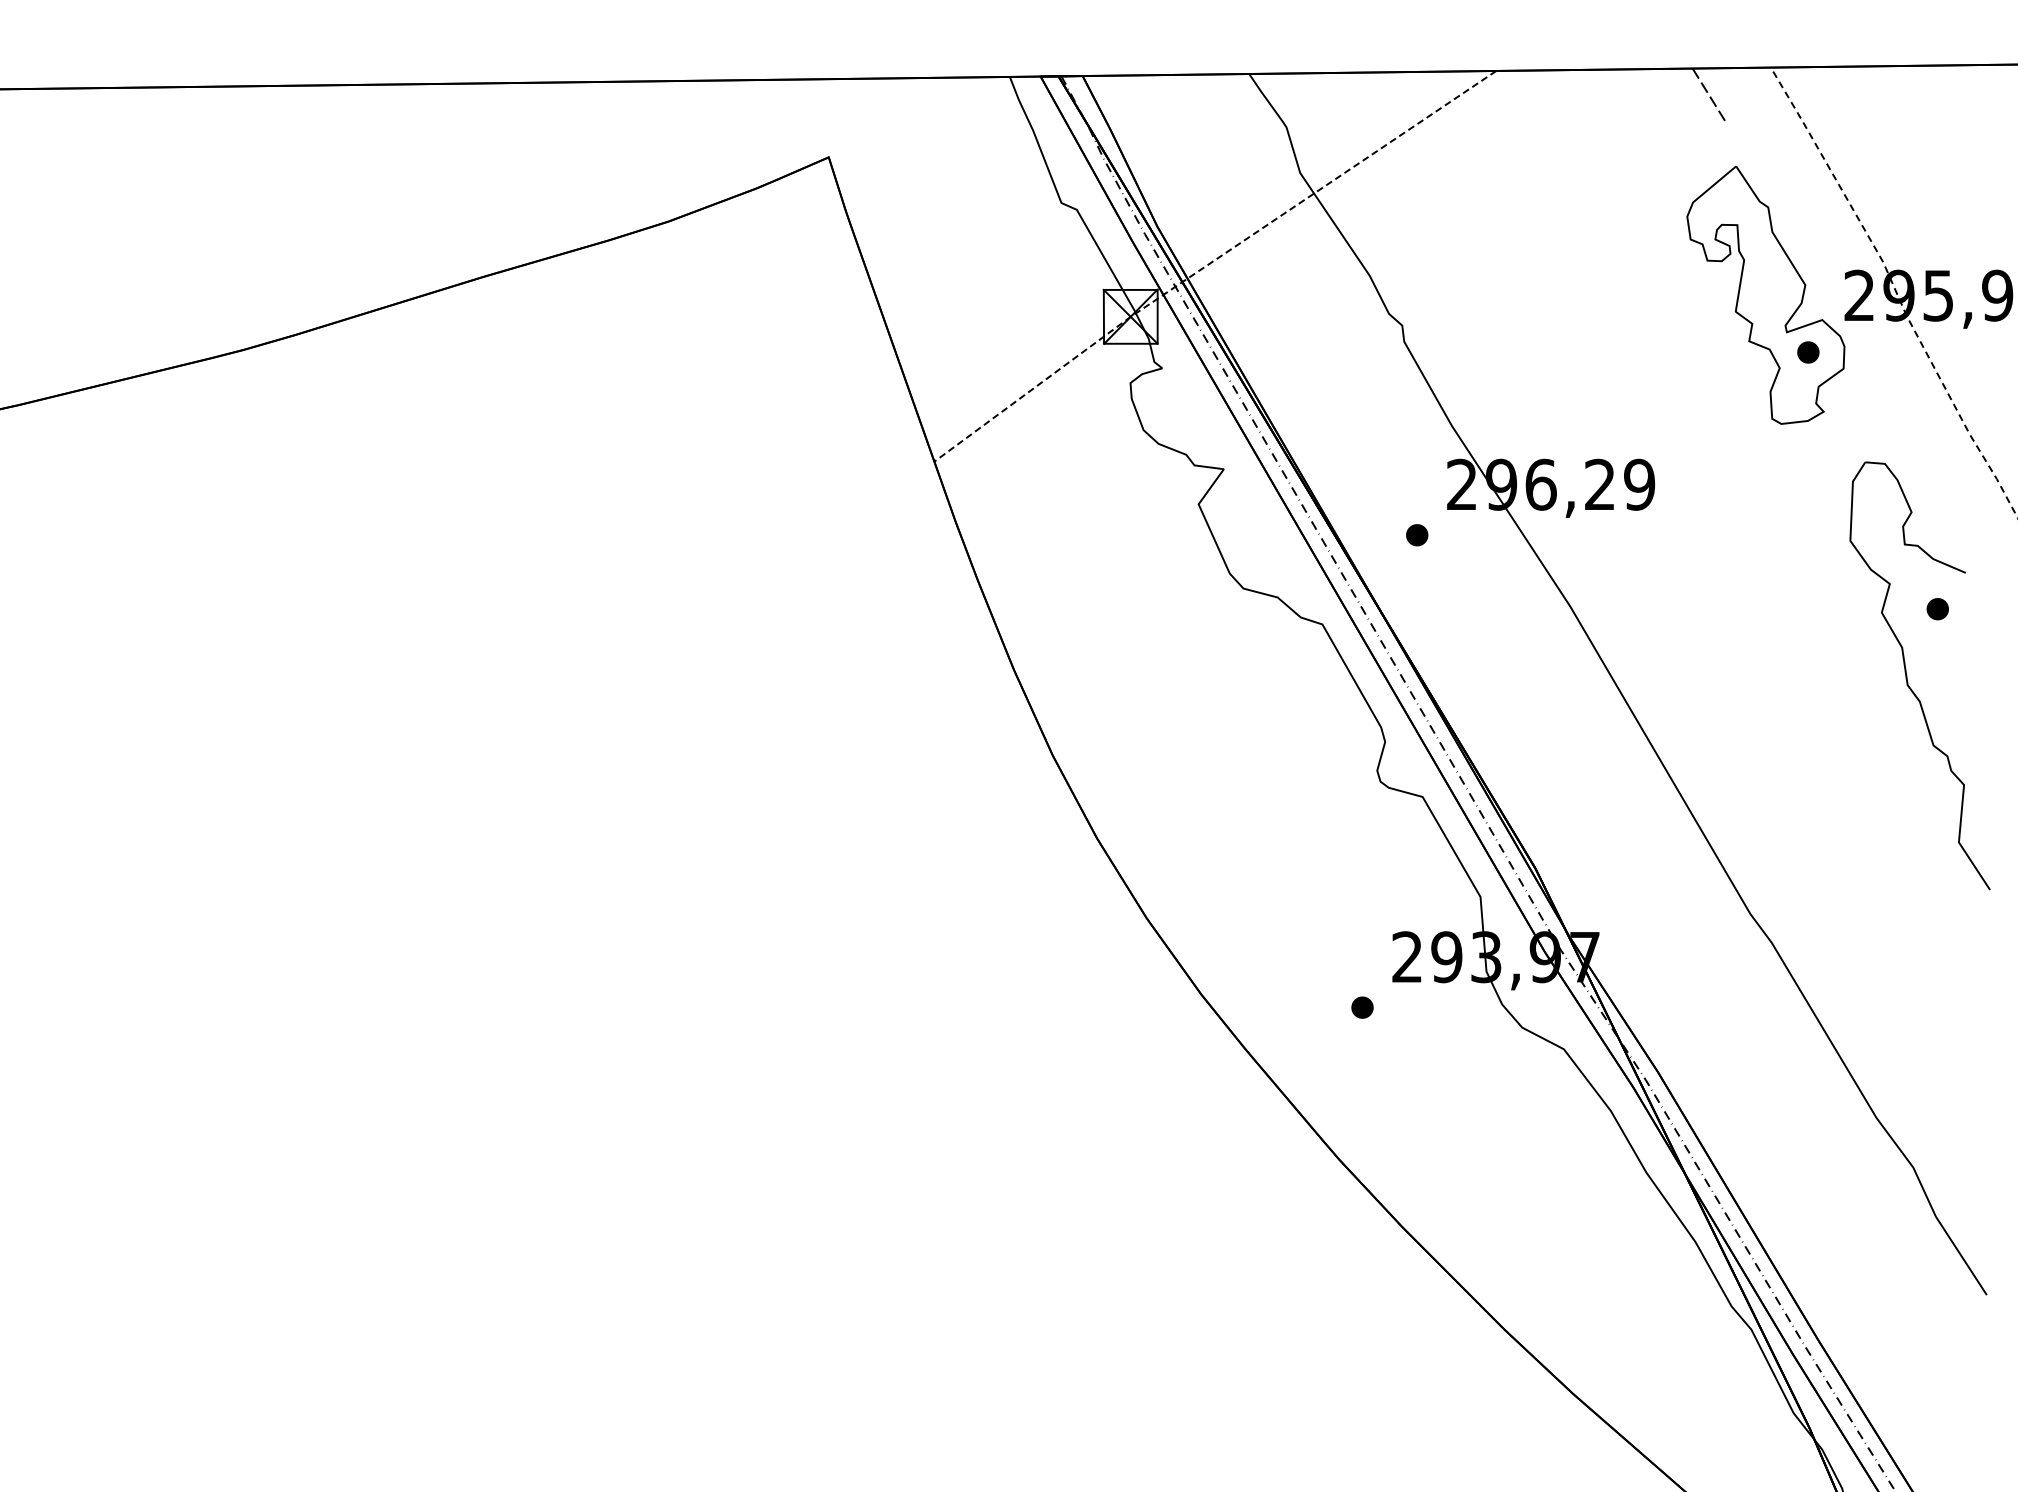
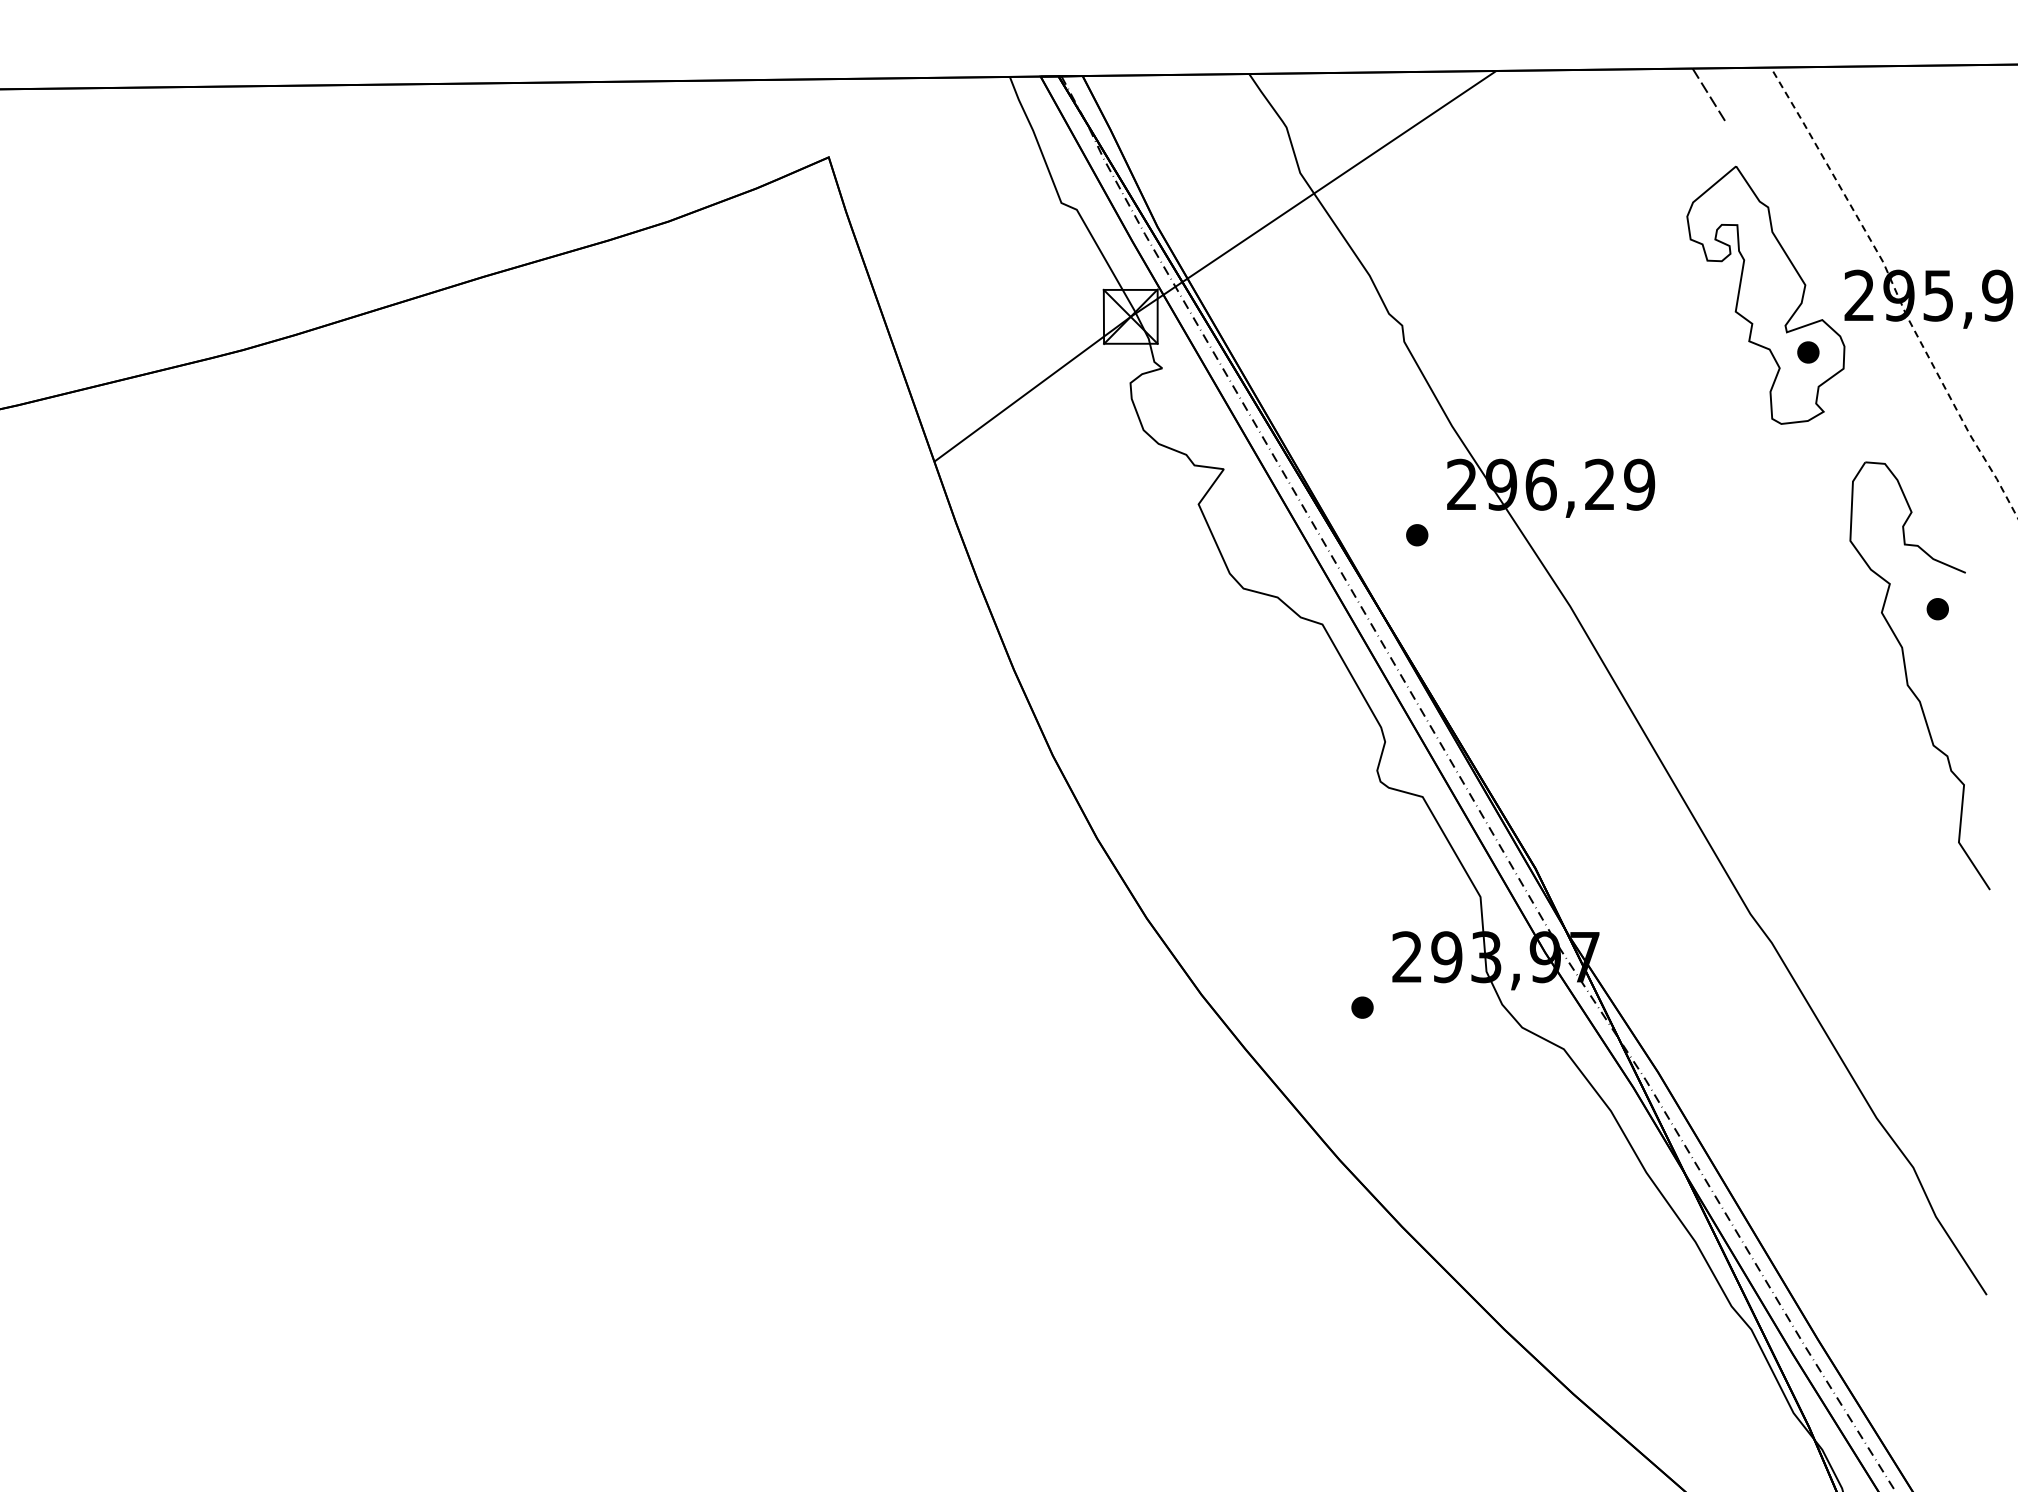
line at (1211, 262): dashed -> solid
